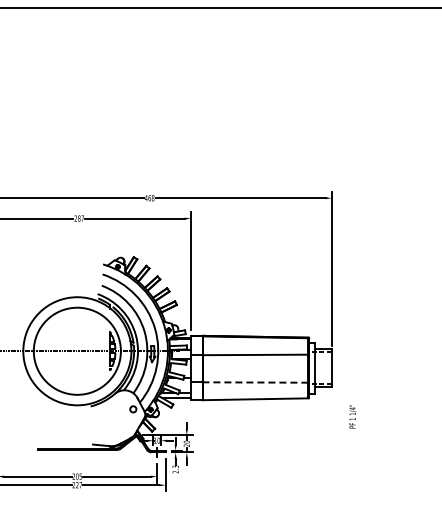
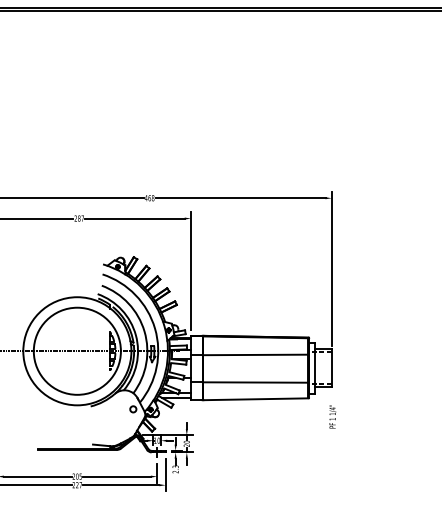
line at (220, 11): none -> present
line at (255, 382): dashed -> solid
text at (352, 416) position: (352, 416) -> (332, 416)
